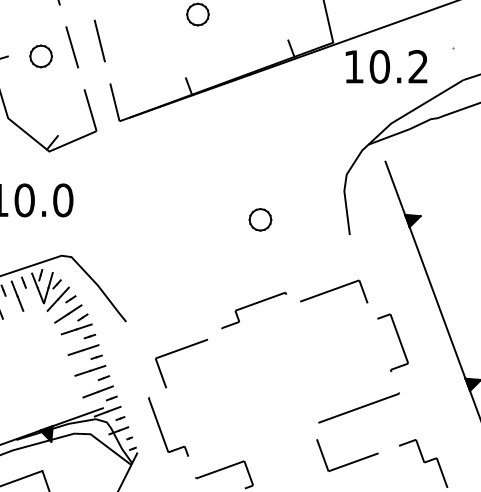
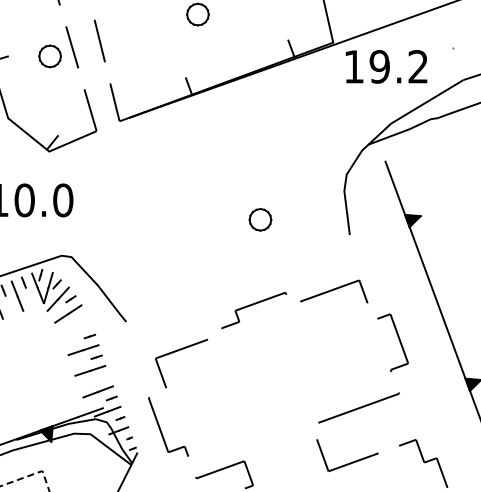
part at (40, 56) position: (40, 56) -> (49, 56)
text at (379, 66): 10.2 -> 19.2
part at (76, 324): present -> none
line at (103, 377): present -> none
line at (32, 474): solid -> dashed
